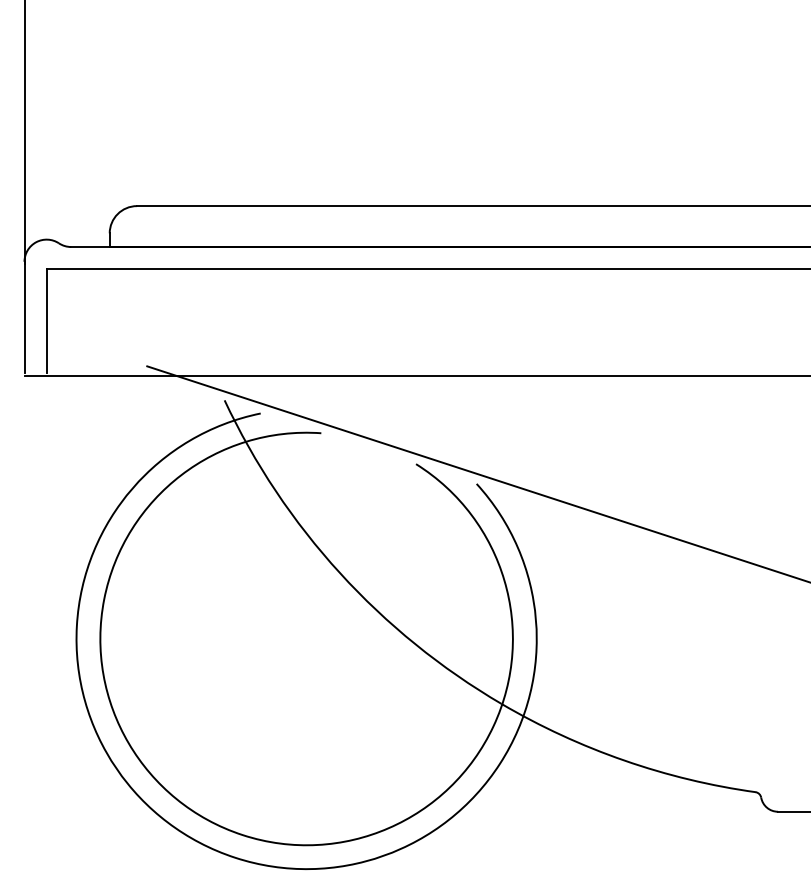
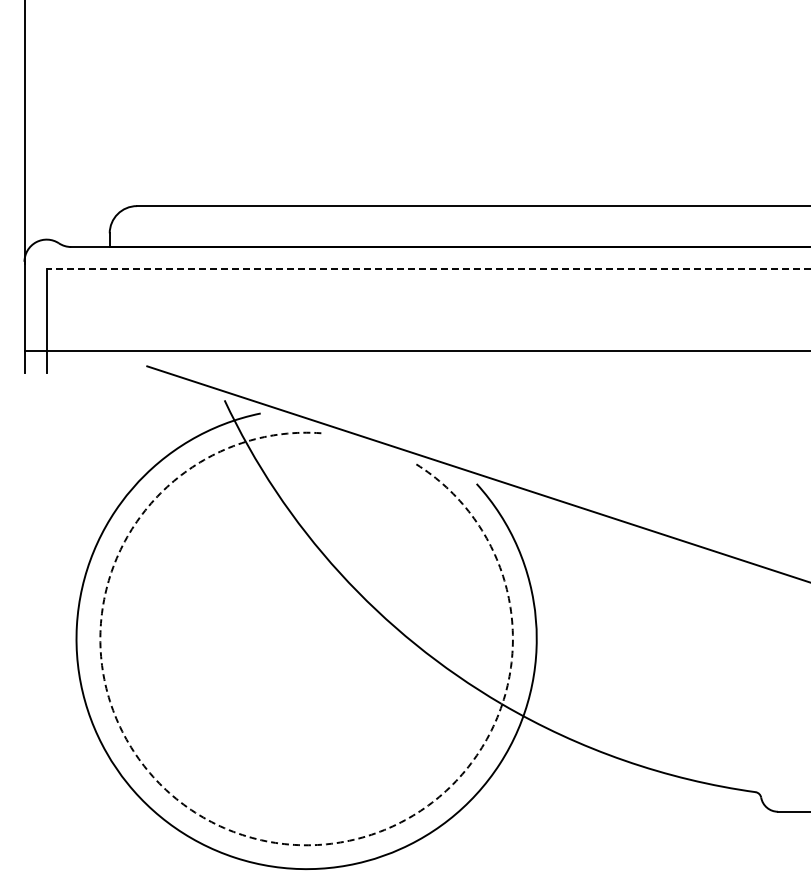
line at (428, 269): solid -> dashed
line at (415, 376) position: (415, 376) -> (415, 351)
arc at (242, 835): solid -> dashed
